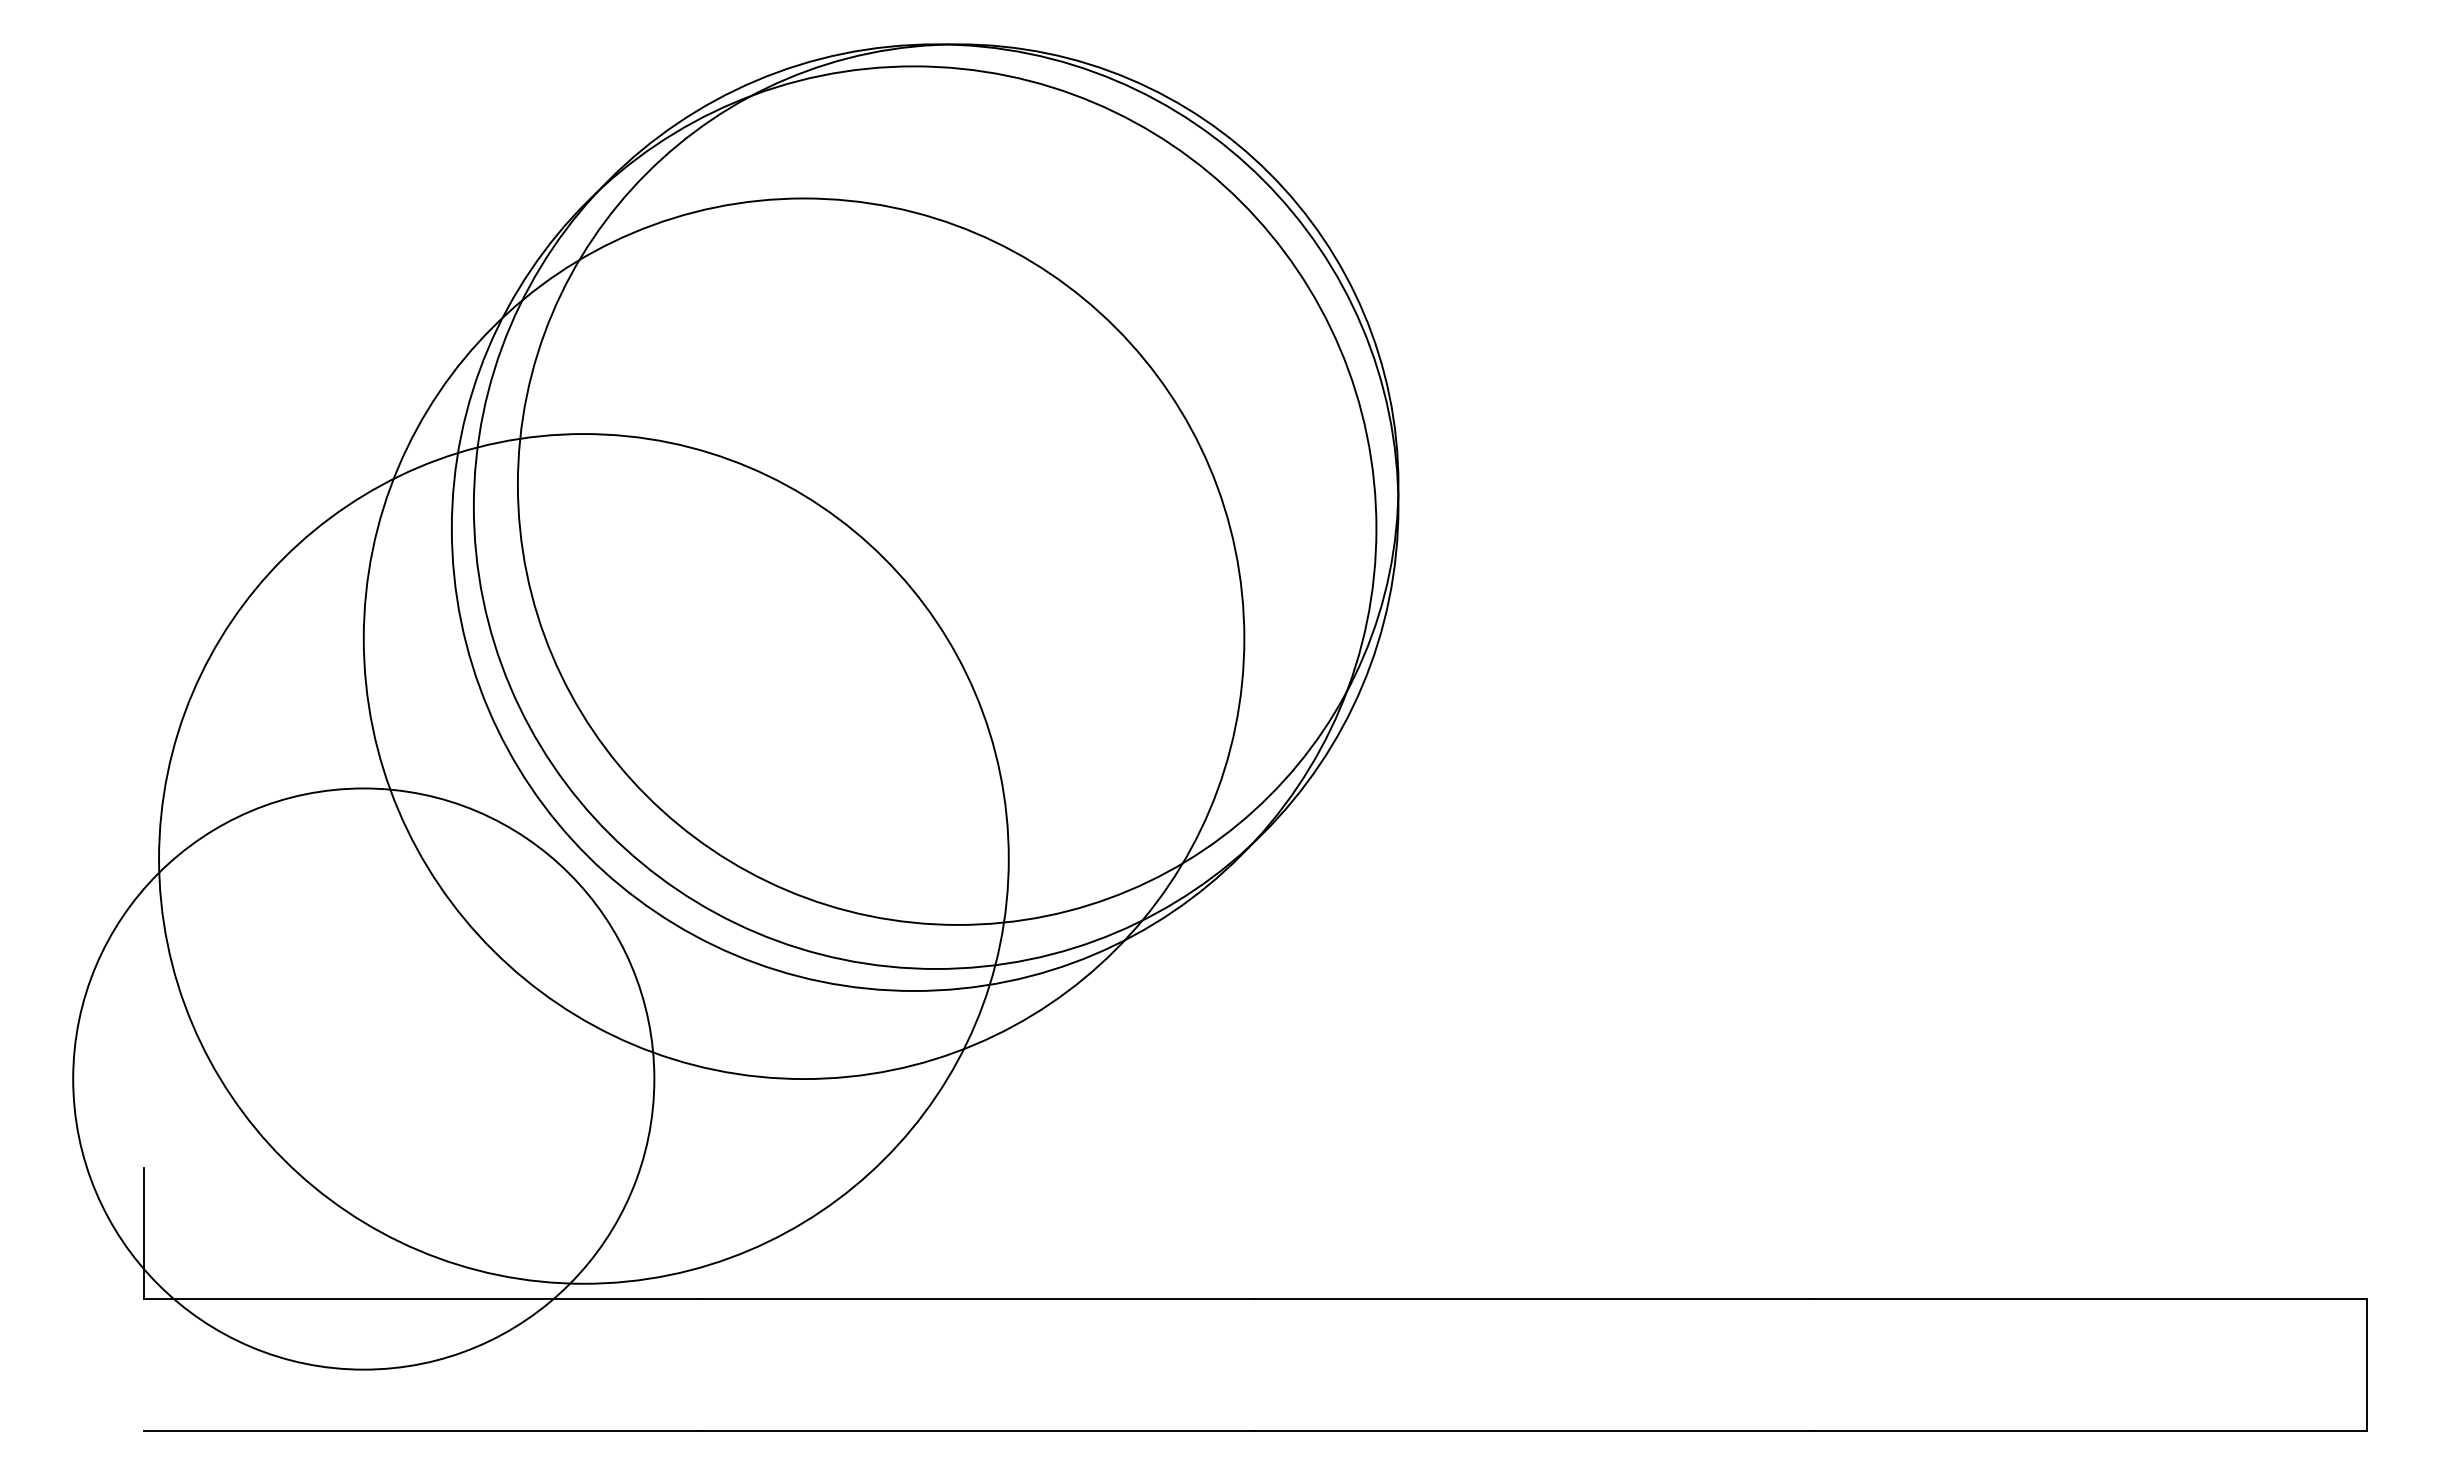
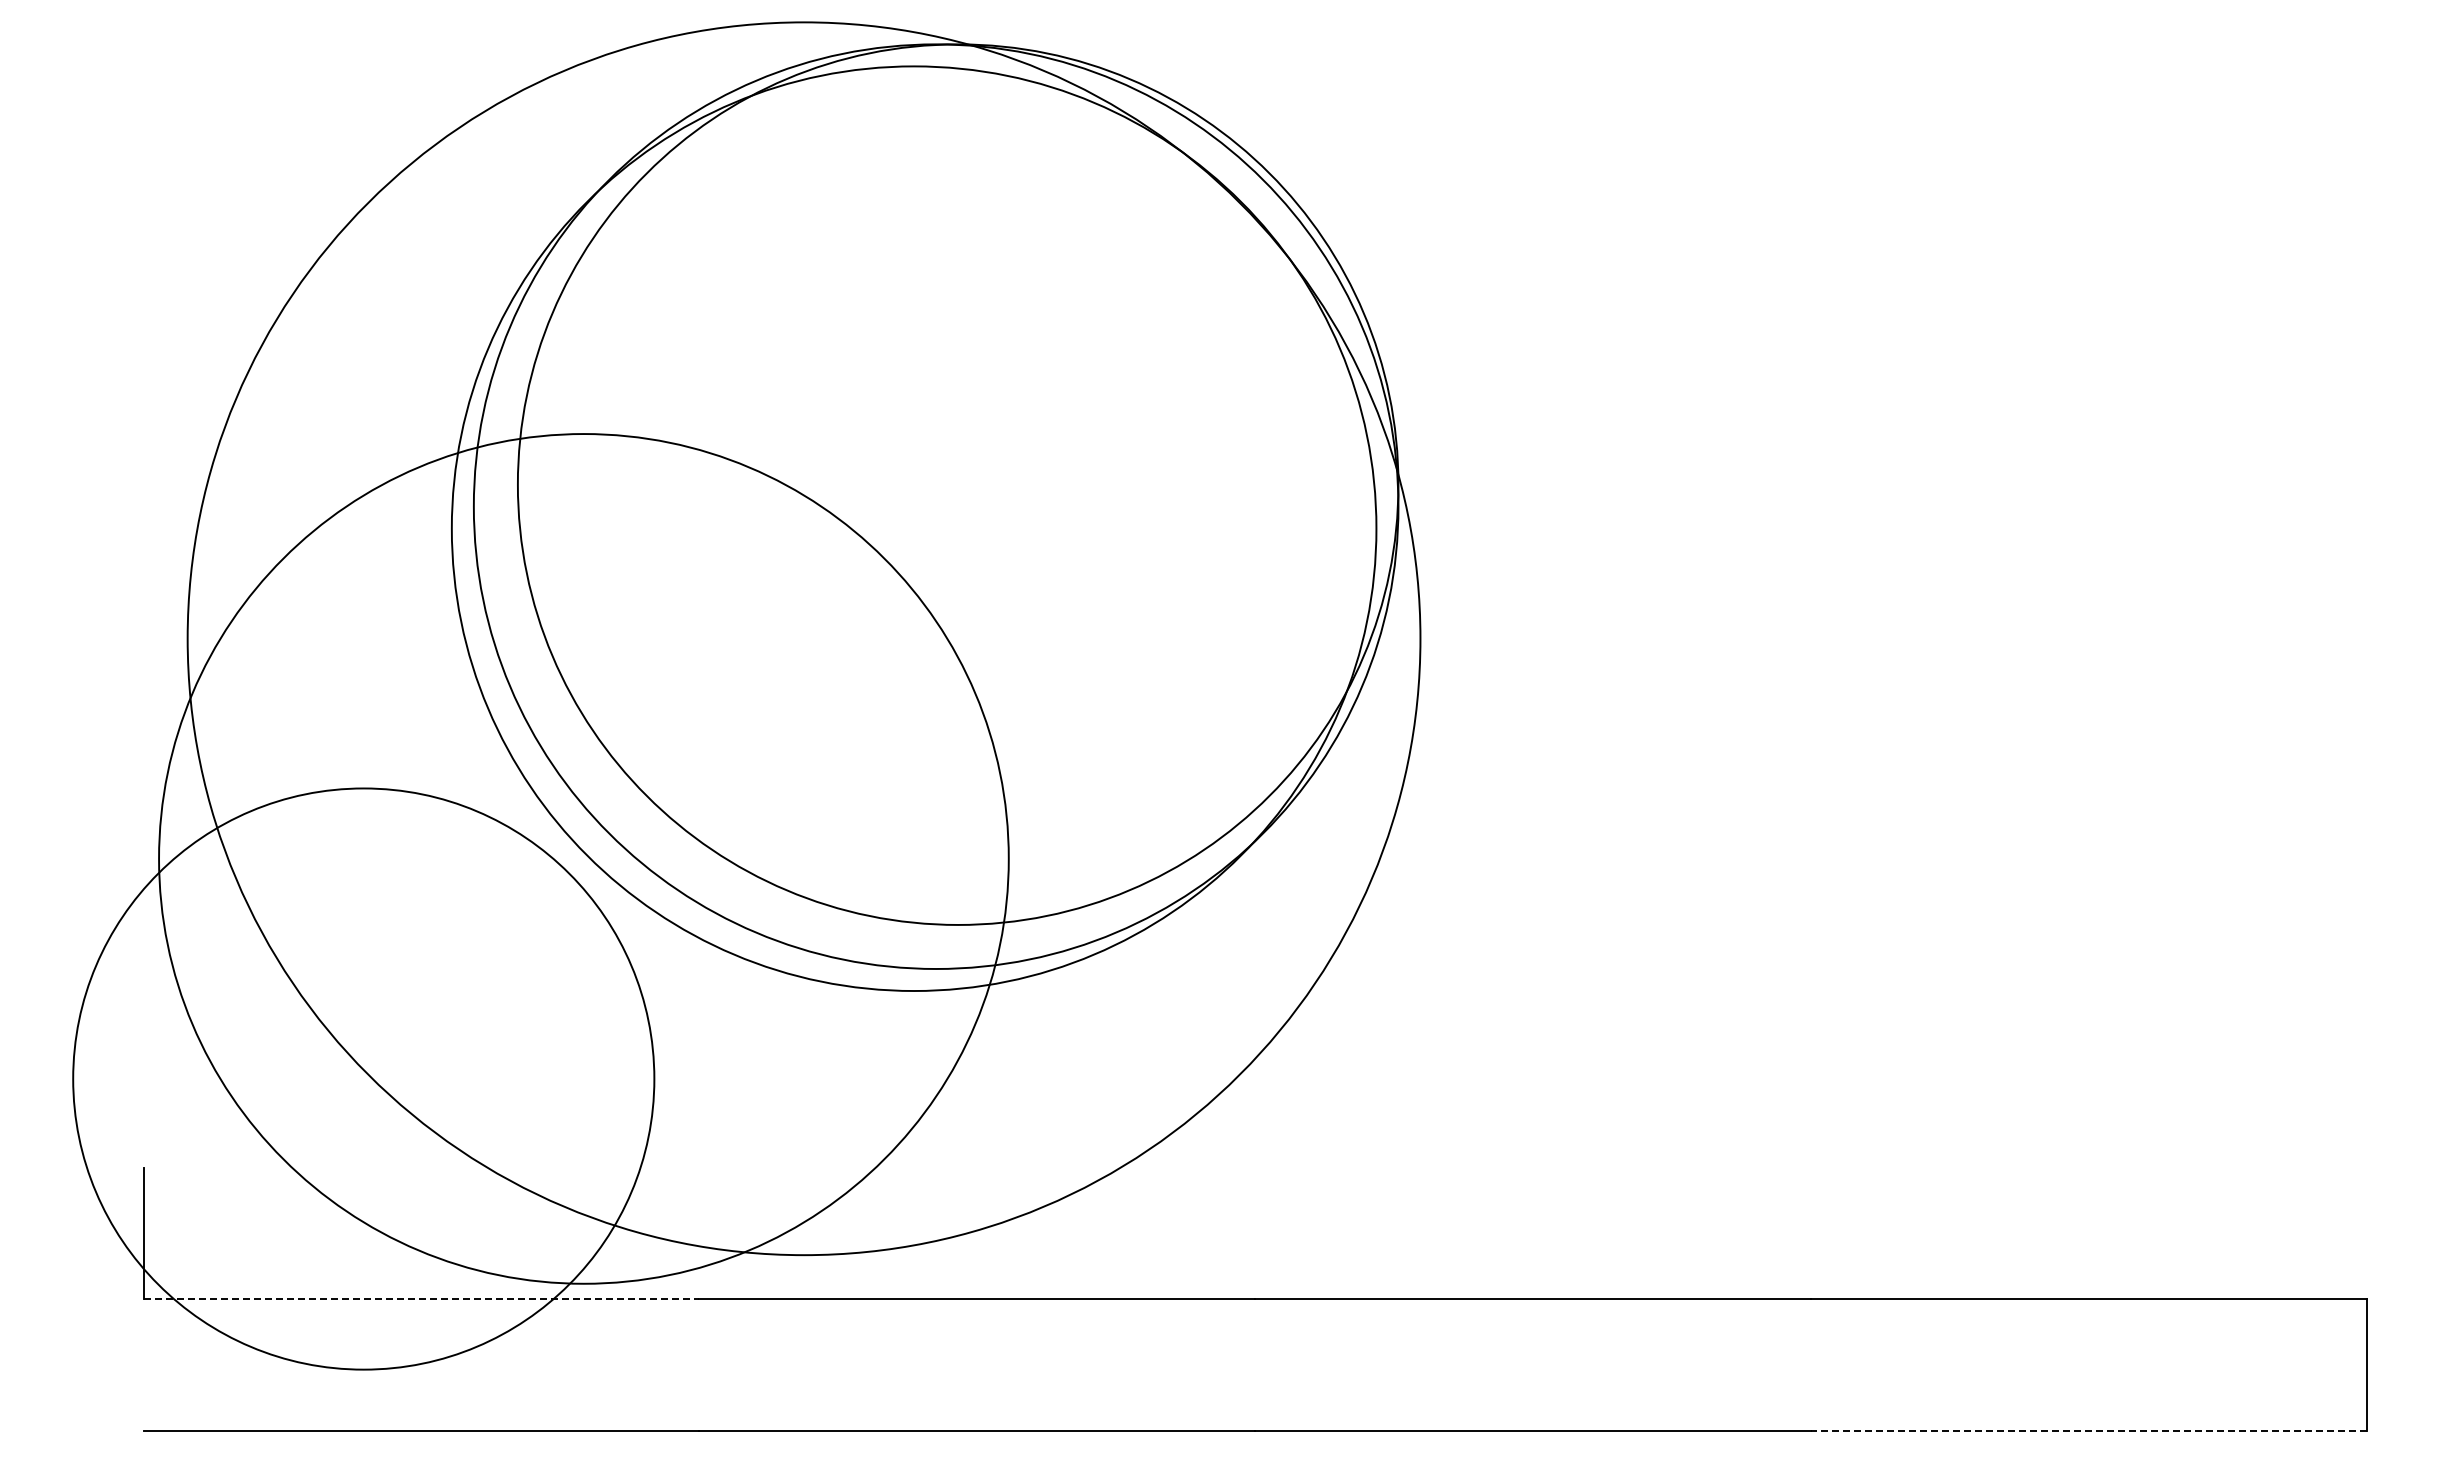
circle at (803, 638) diameter: 881 px -> 1233 px
line at (421, 1299): solid -> dashed
line at (2088, 1430): solid -> dashed
